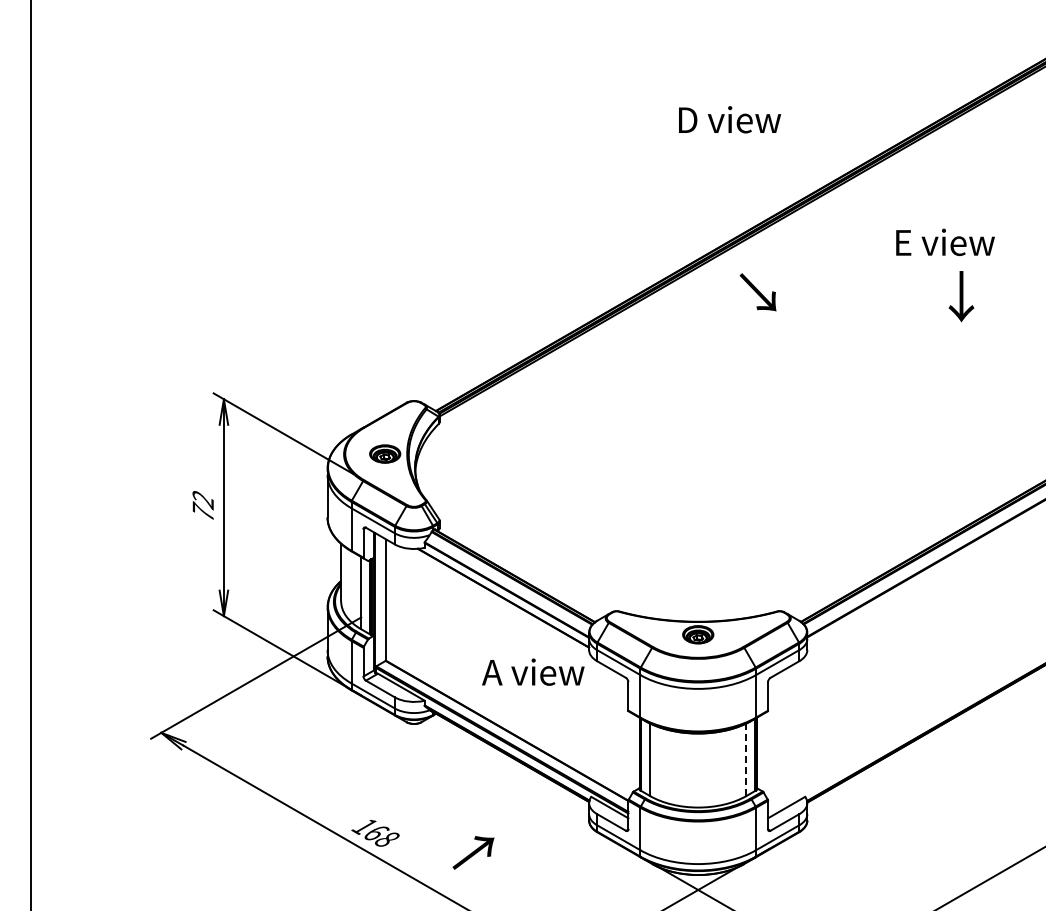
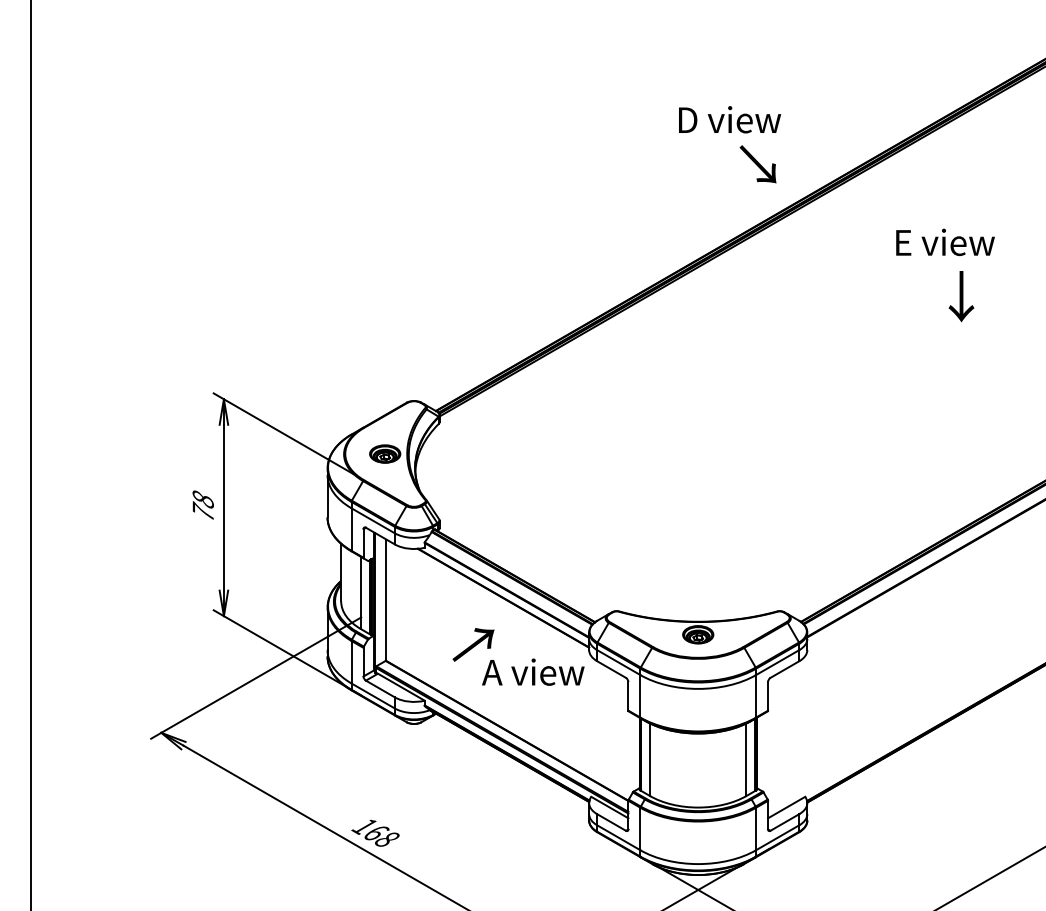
text at (757, 292) position: (757, 292) -> (757, 164)
text at (202, 500): 72 -> 78
line at (746, 759): dashed -> solid
text at (473, 852) position: (473, 852) -> (473, 644)
